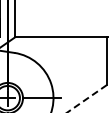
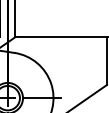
line at (86, 99): dashed -> solid
